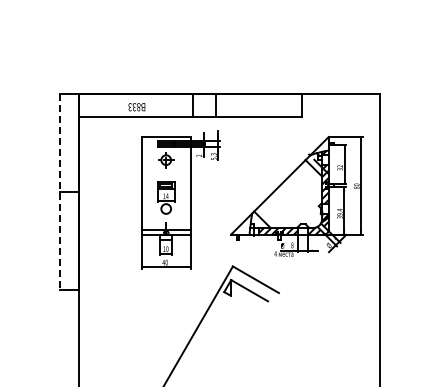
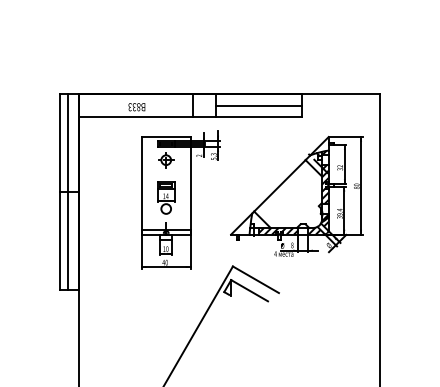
line at (258, 105): none -> present
line at (67, 191): none -> present
line at (59, 192): dashed -> solid
